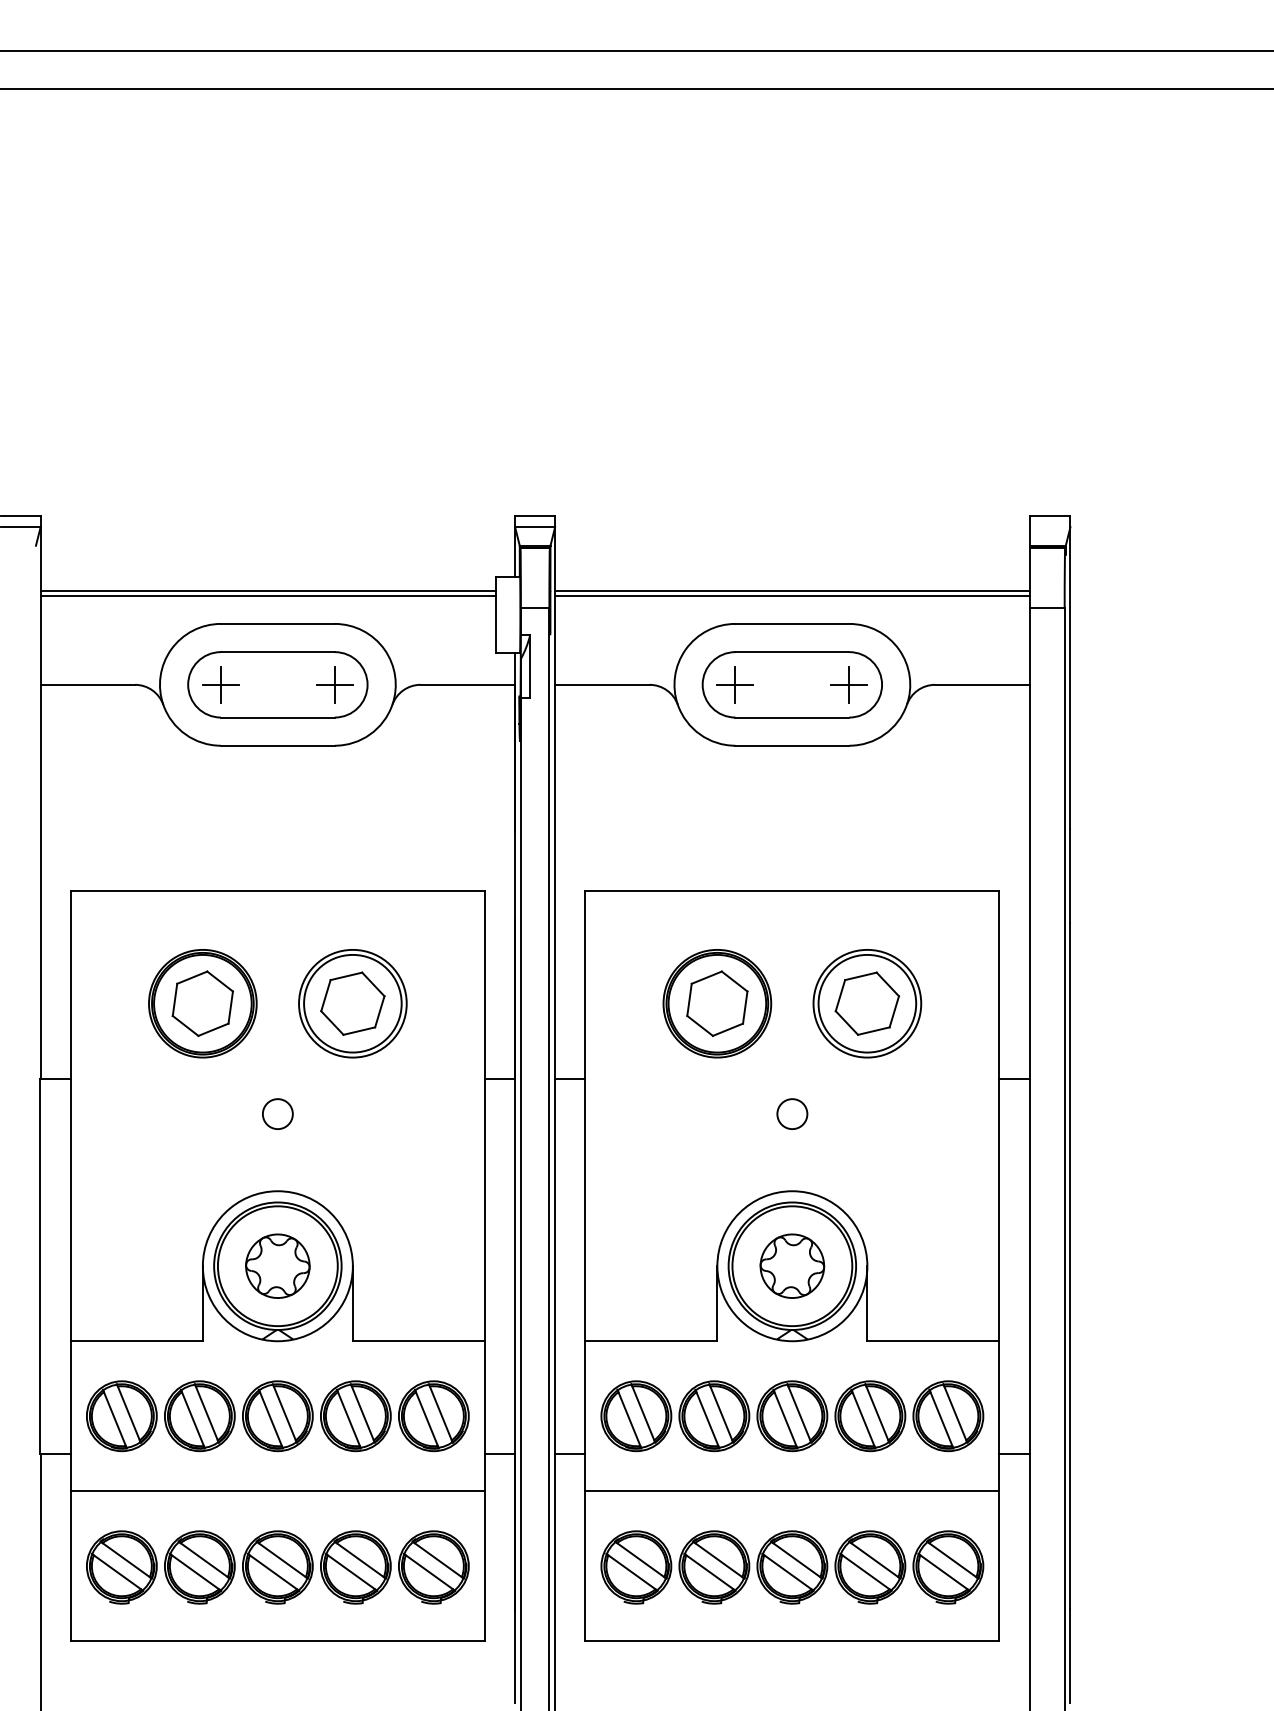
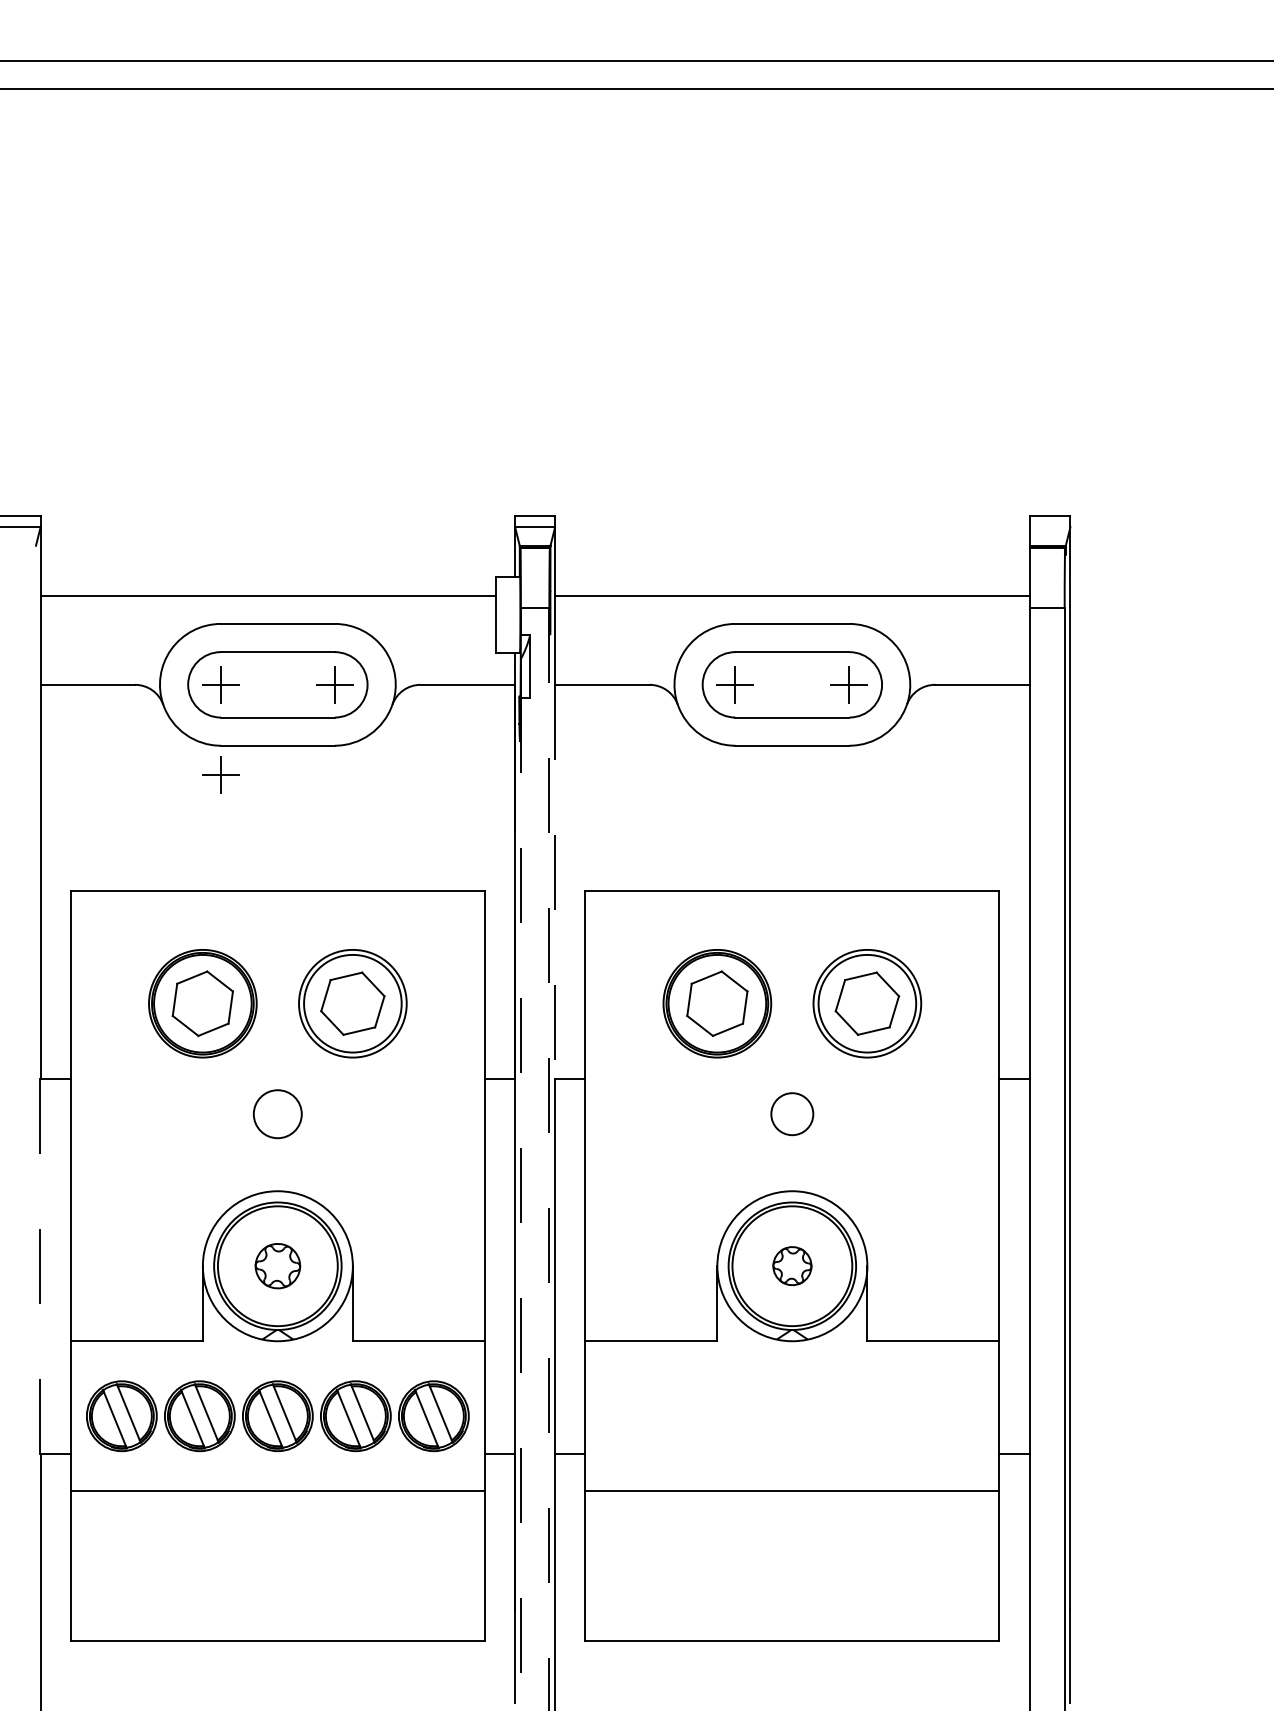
line at (636, 51) position: (636, 51) -> (636, 61)
line at (268, 591): present -> none
line at (792, 591): present -> none
part at (220, 774): none -> present
line at (555, 881): solid -> dashed
circle at (277, 1113) size: 32x32 px -> 51x51 px
circle at (792, 1113) size: 33x32 px -> 45x45 px
line at (549, 1159): solid -> dashed
line at (520, 1204): solid -> dashed
part at (277, 1265) size: 66x66 px -> 48x47 px
part at (792, 1265) size: 67x66 px -> 41x41 px
line at (40, 1266): solid -> dashed
part at (792, 1416): present -> none
part at (277, 1567): present -> none
part at (792, 1567): present -> none
